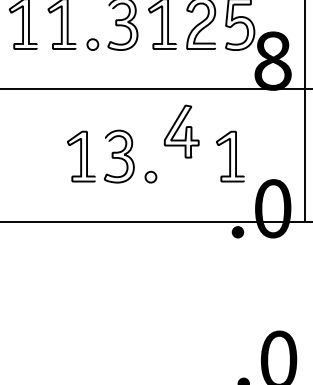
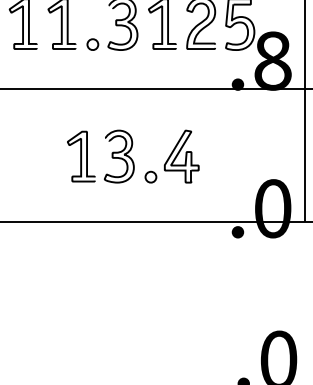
fill at (237, 84): none -> present
part at (181, 131) position: (181, 131) -> (181, 156)
curve at (230, 156): present -> none
